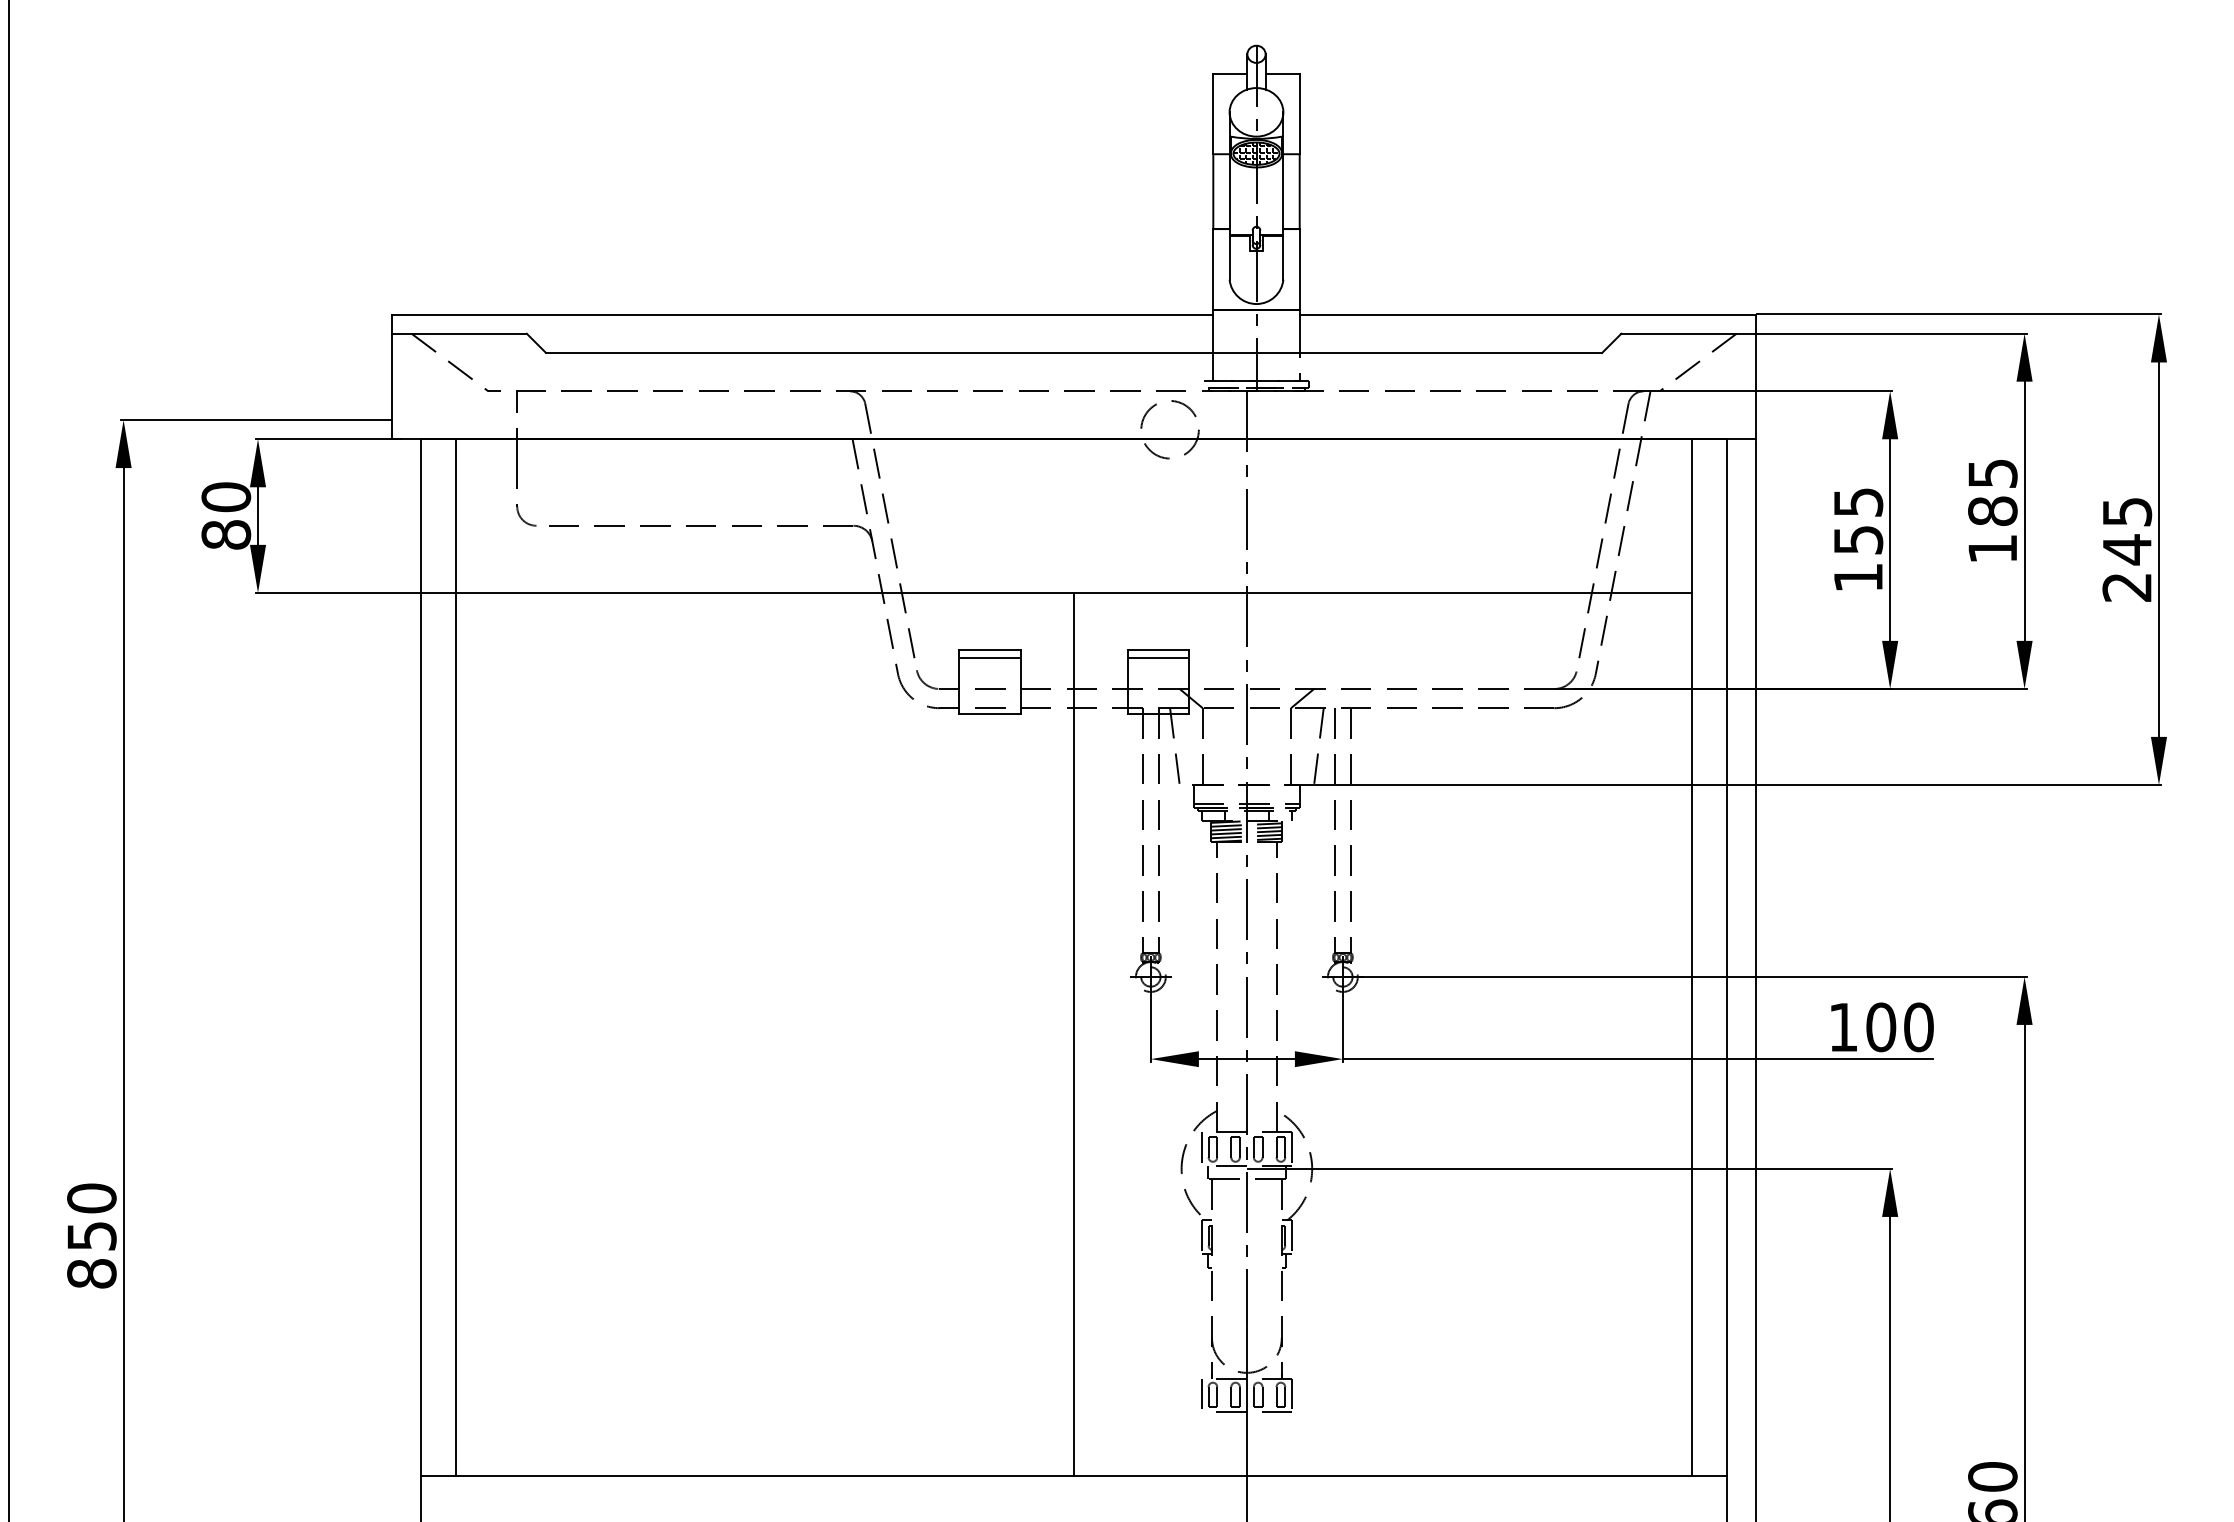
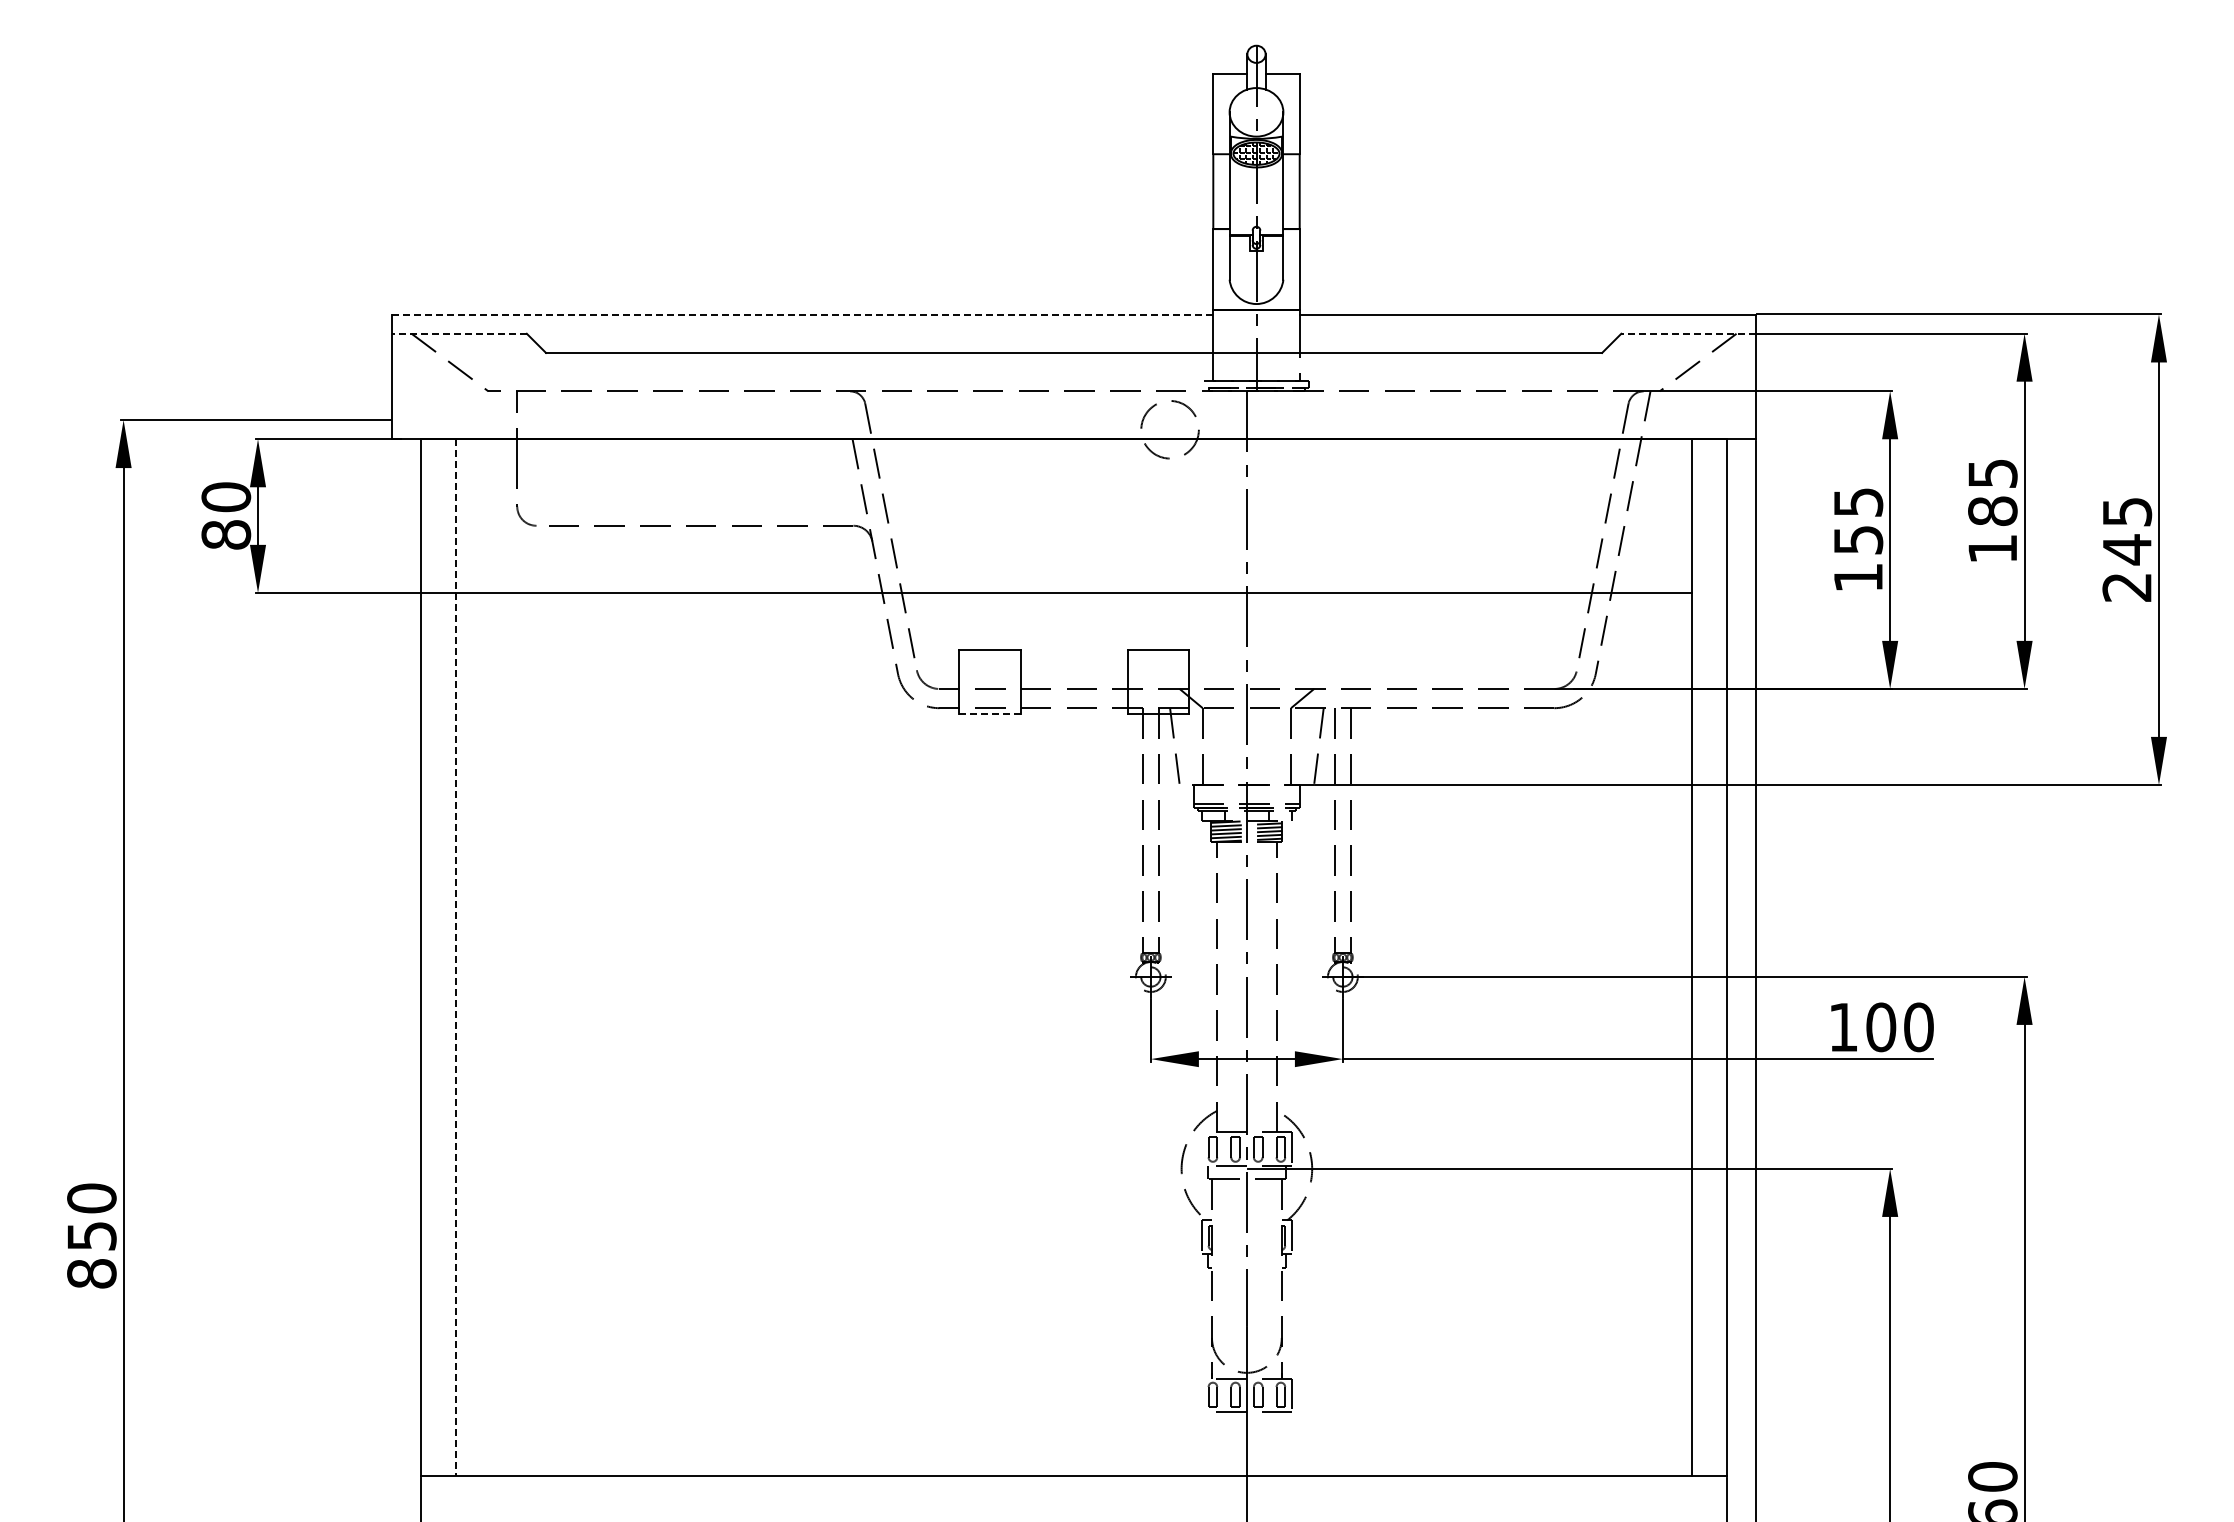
line at (802, 314): solid -> dashed
line at (459, 333): solid -> dashed
line at (1688, 333): solid -> dashed
line at (989, 657): present -> none
line at (1158, 657): present -> none
line at (989, 713): solid -> dashed
line at (8, 760): present -> none
line at (455, 958): solid -> dashed
line at (1074, 1034): present -> none
line at (1201, 1148): present -> none
line at (1201, 1395): present -> none
